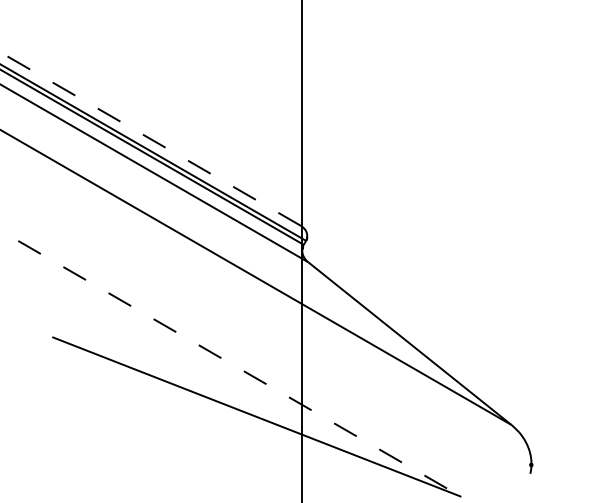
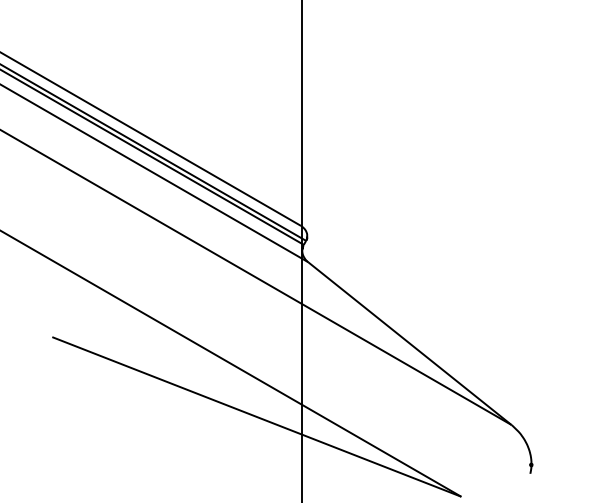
line at (150, 138): dashed -> solid
line at (231, 363): dashed -> solid
